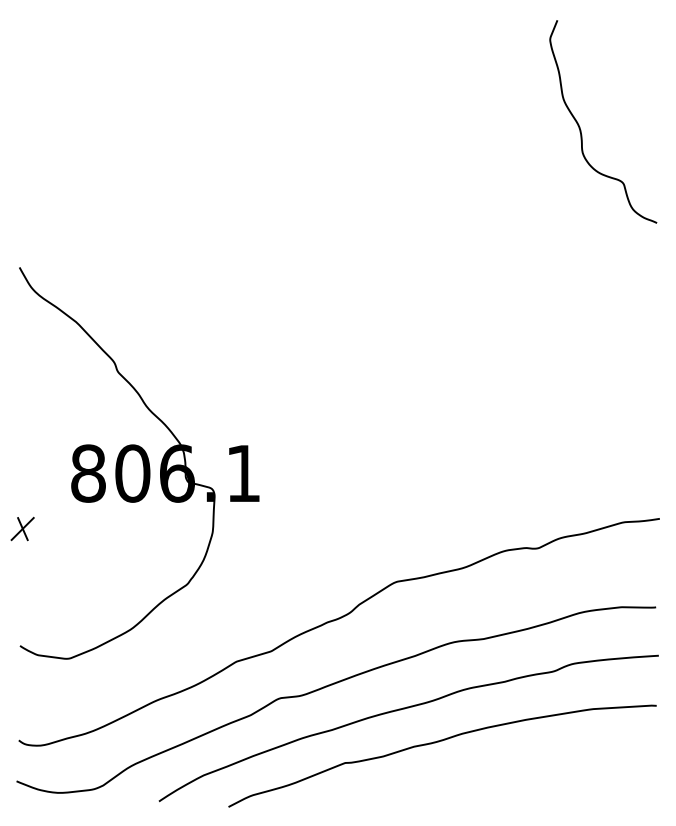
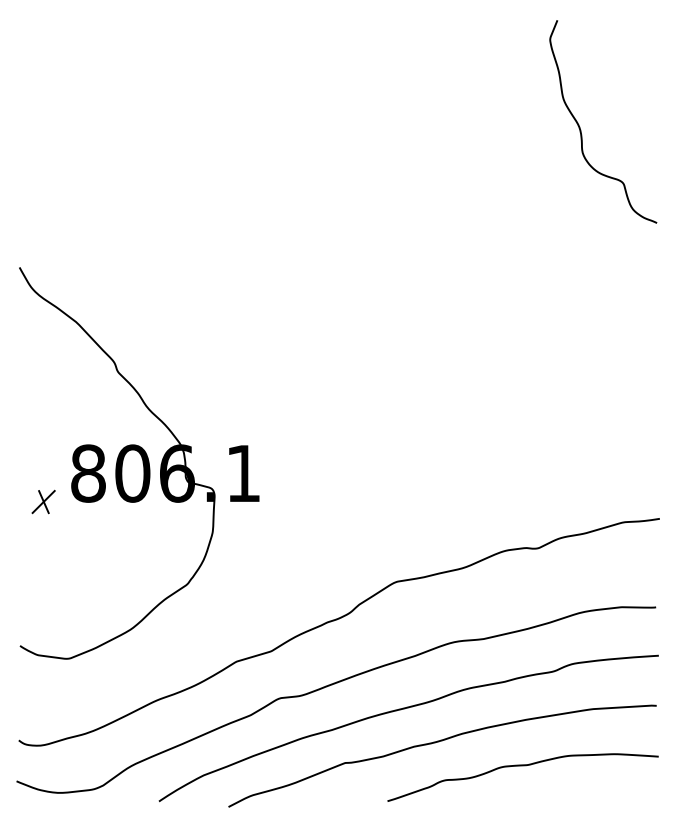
part at (22, 528) position: (22, 528) -> (43, 501)
curve at (522, 766): none -> present
